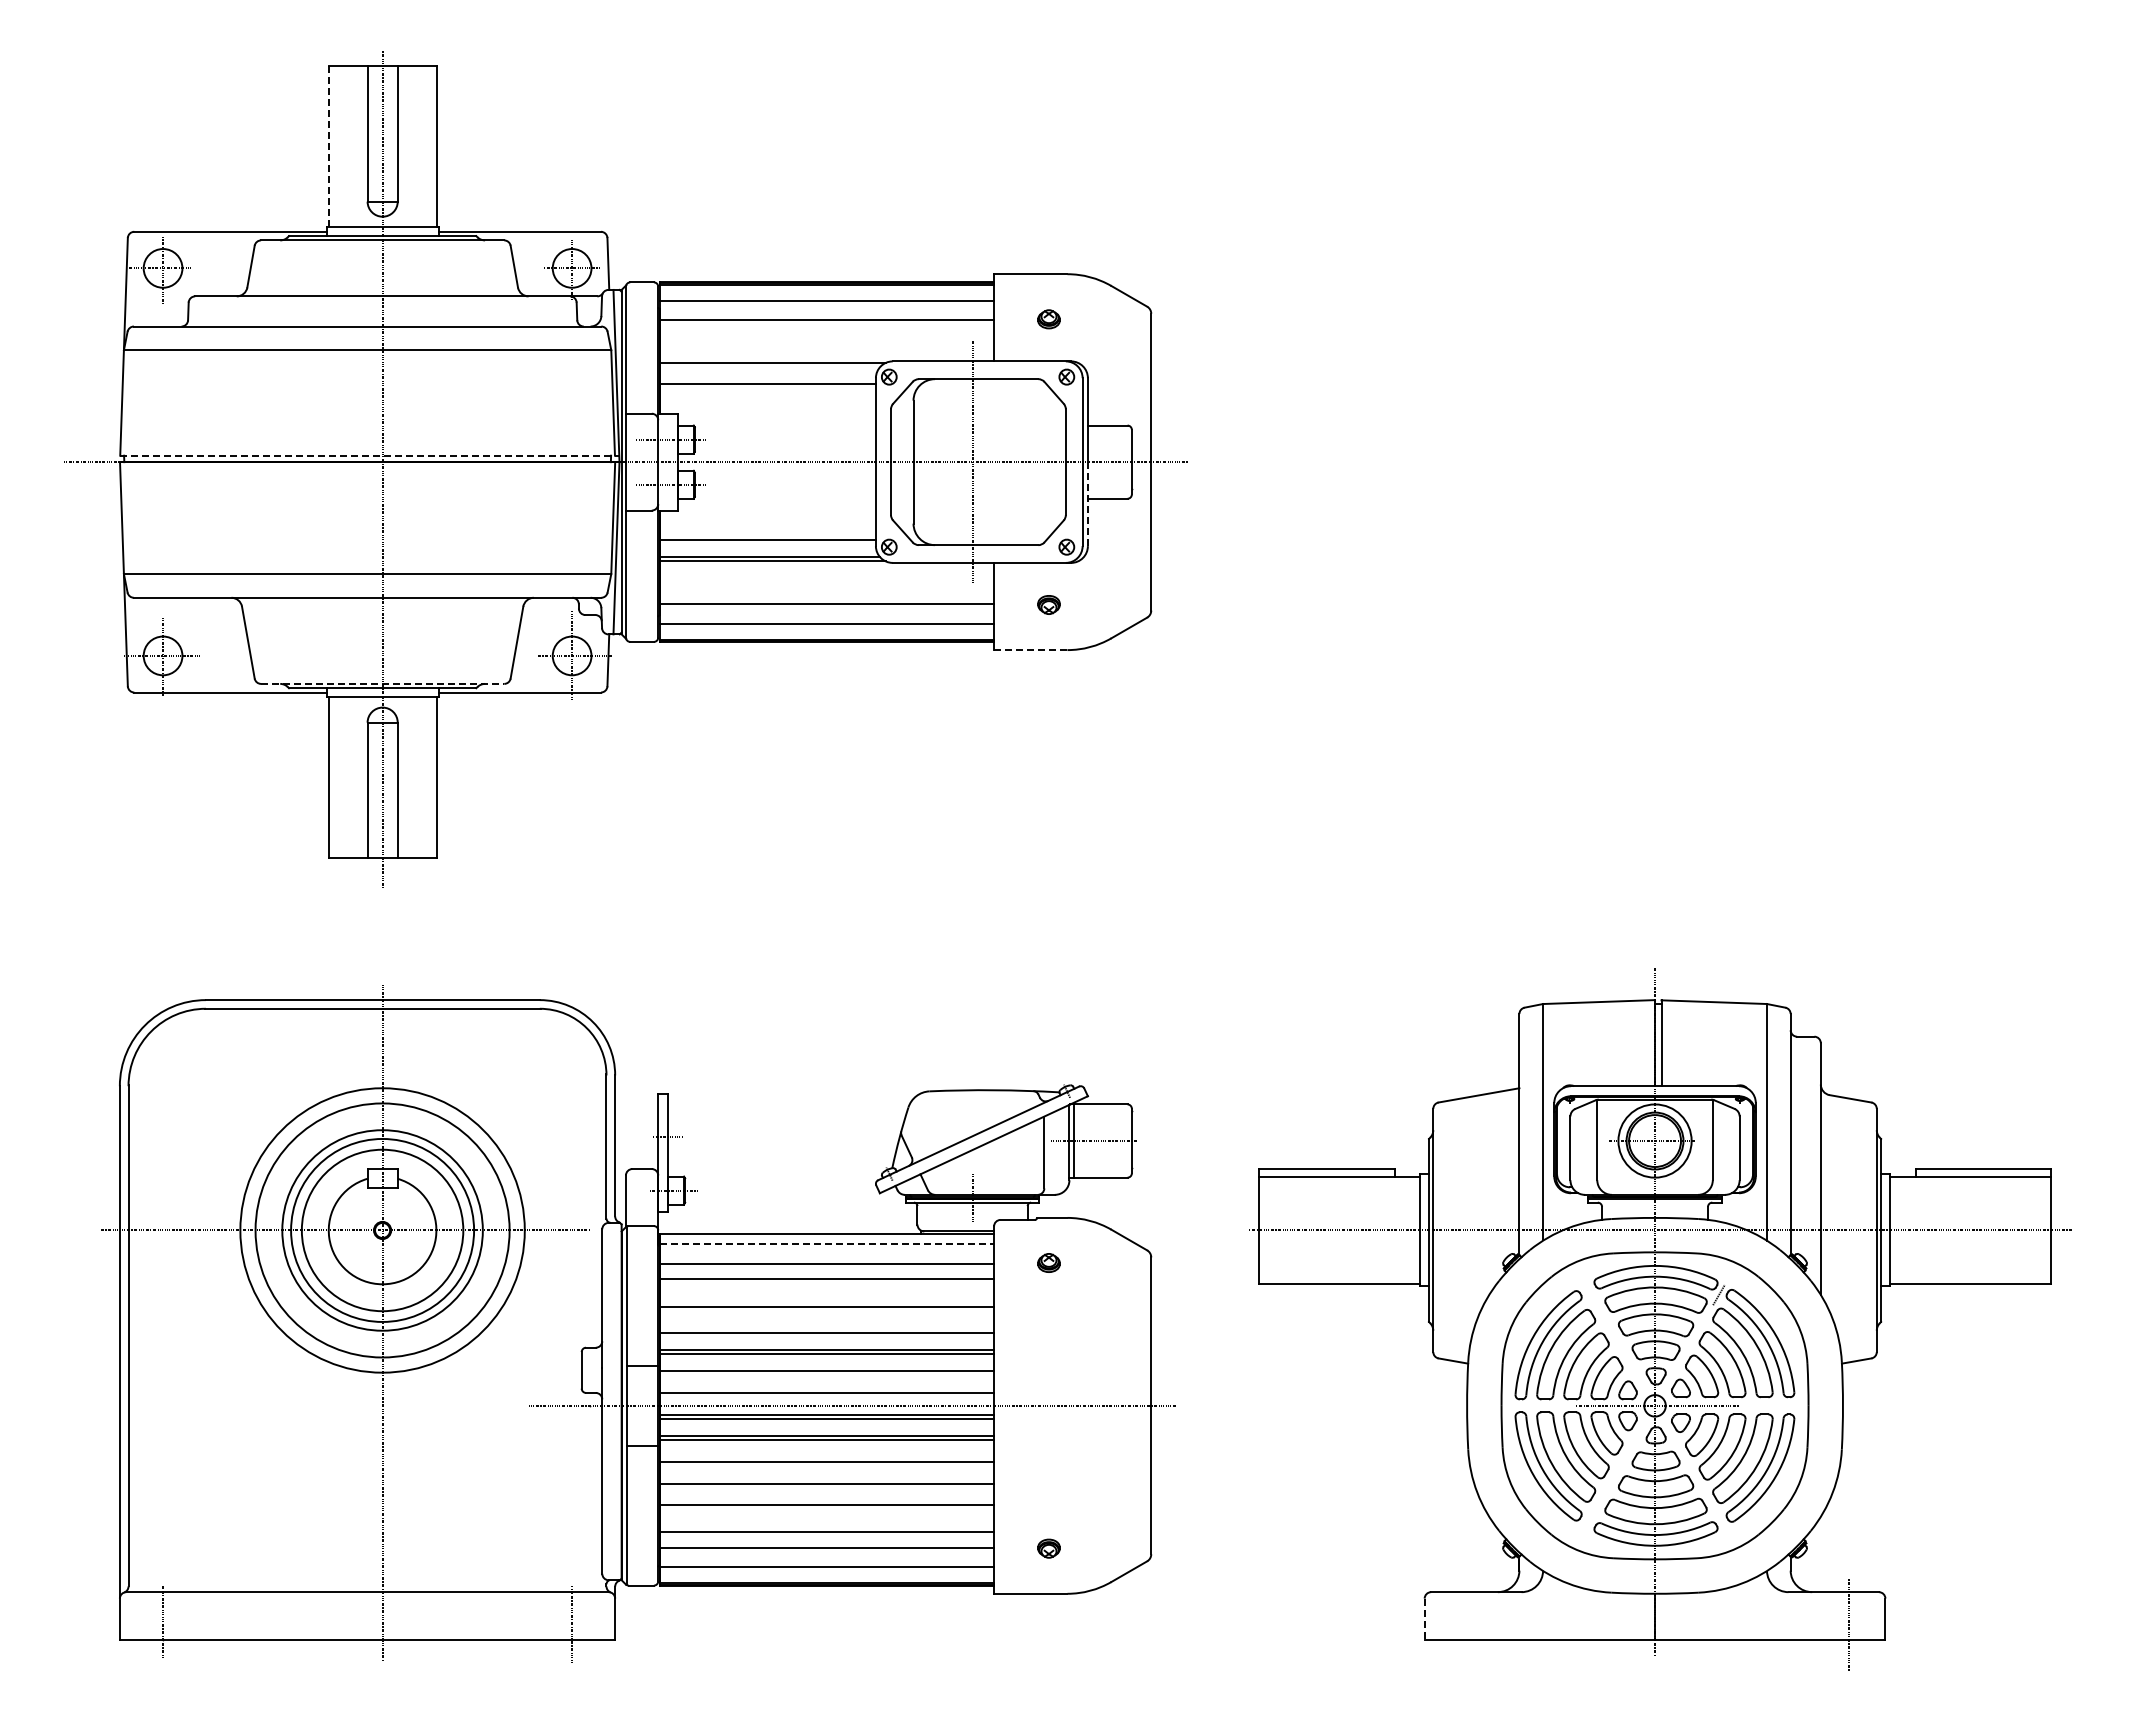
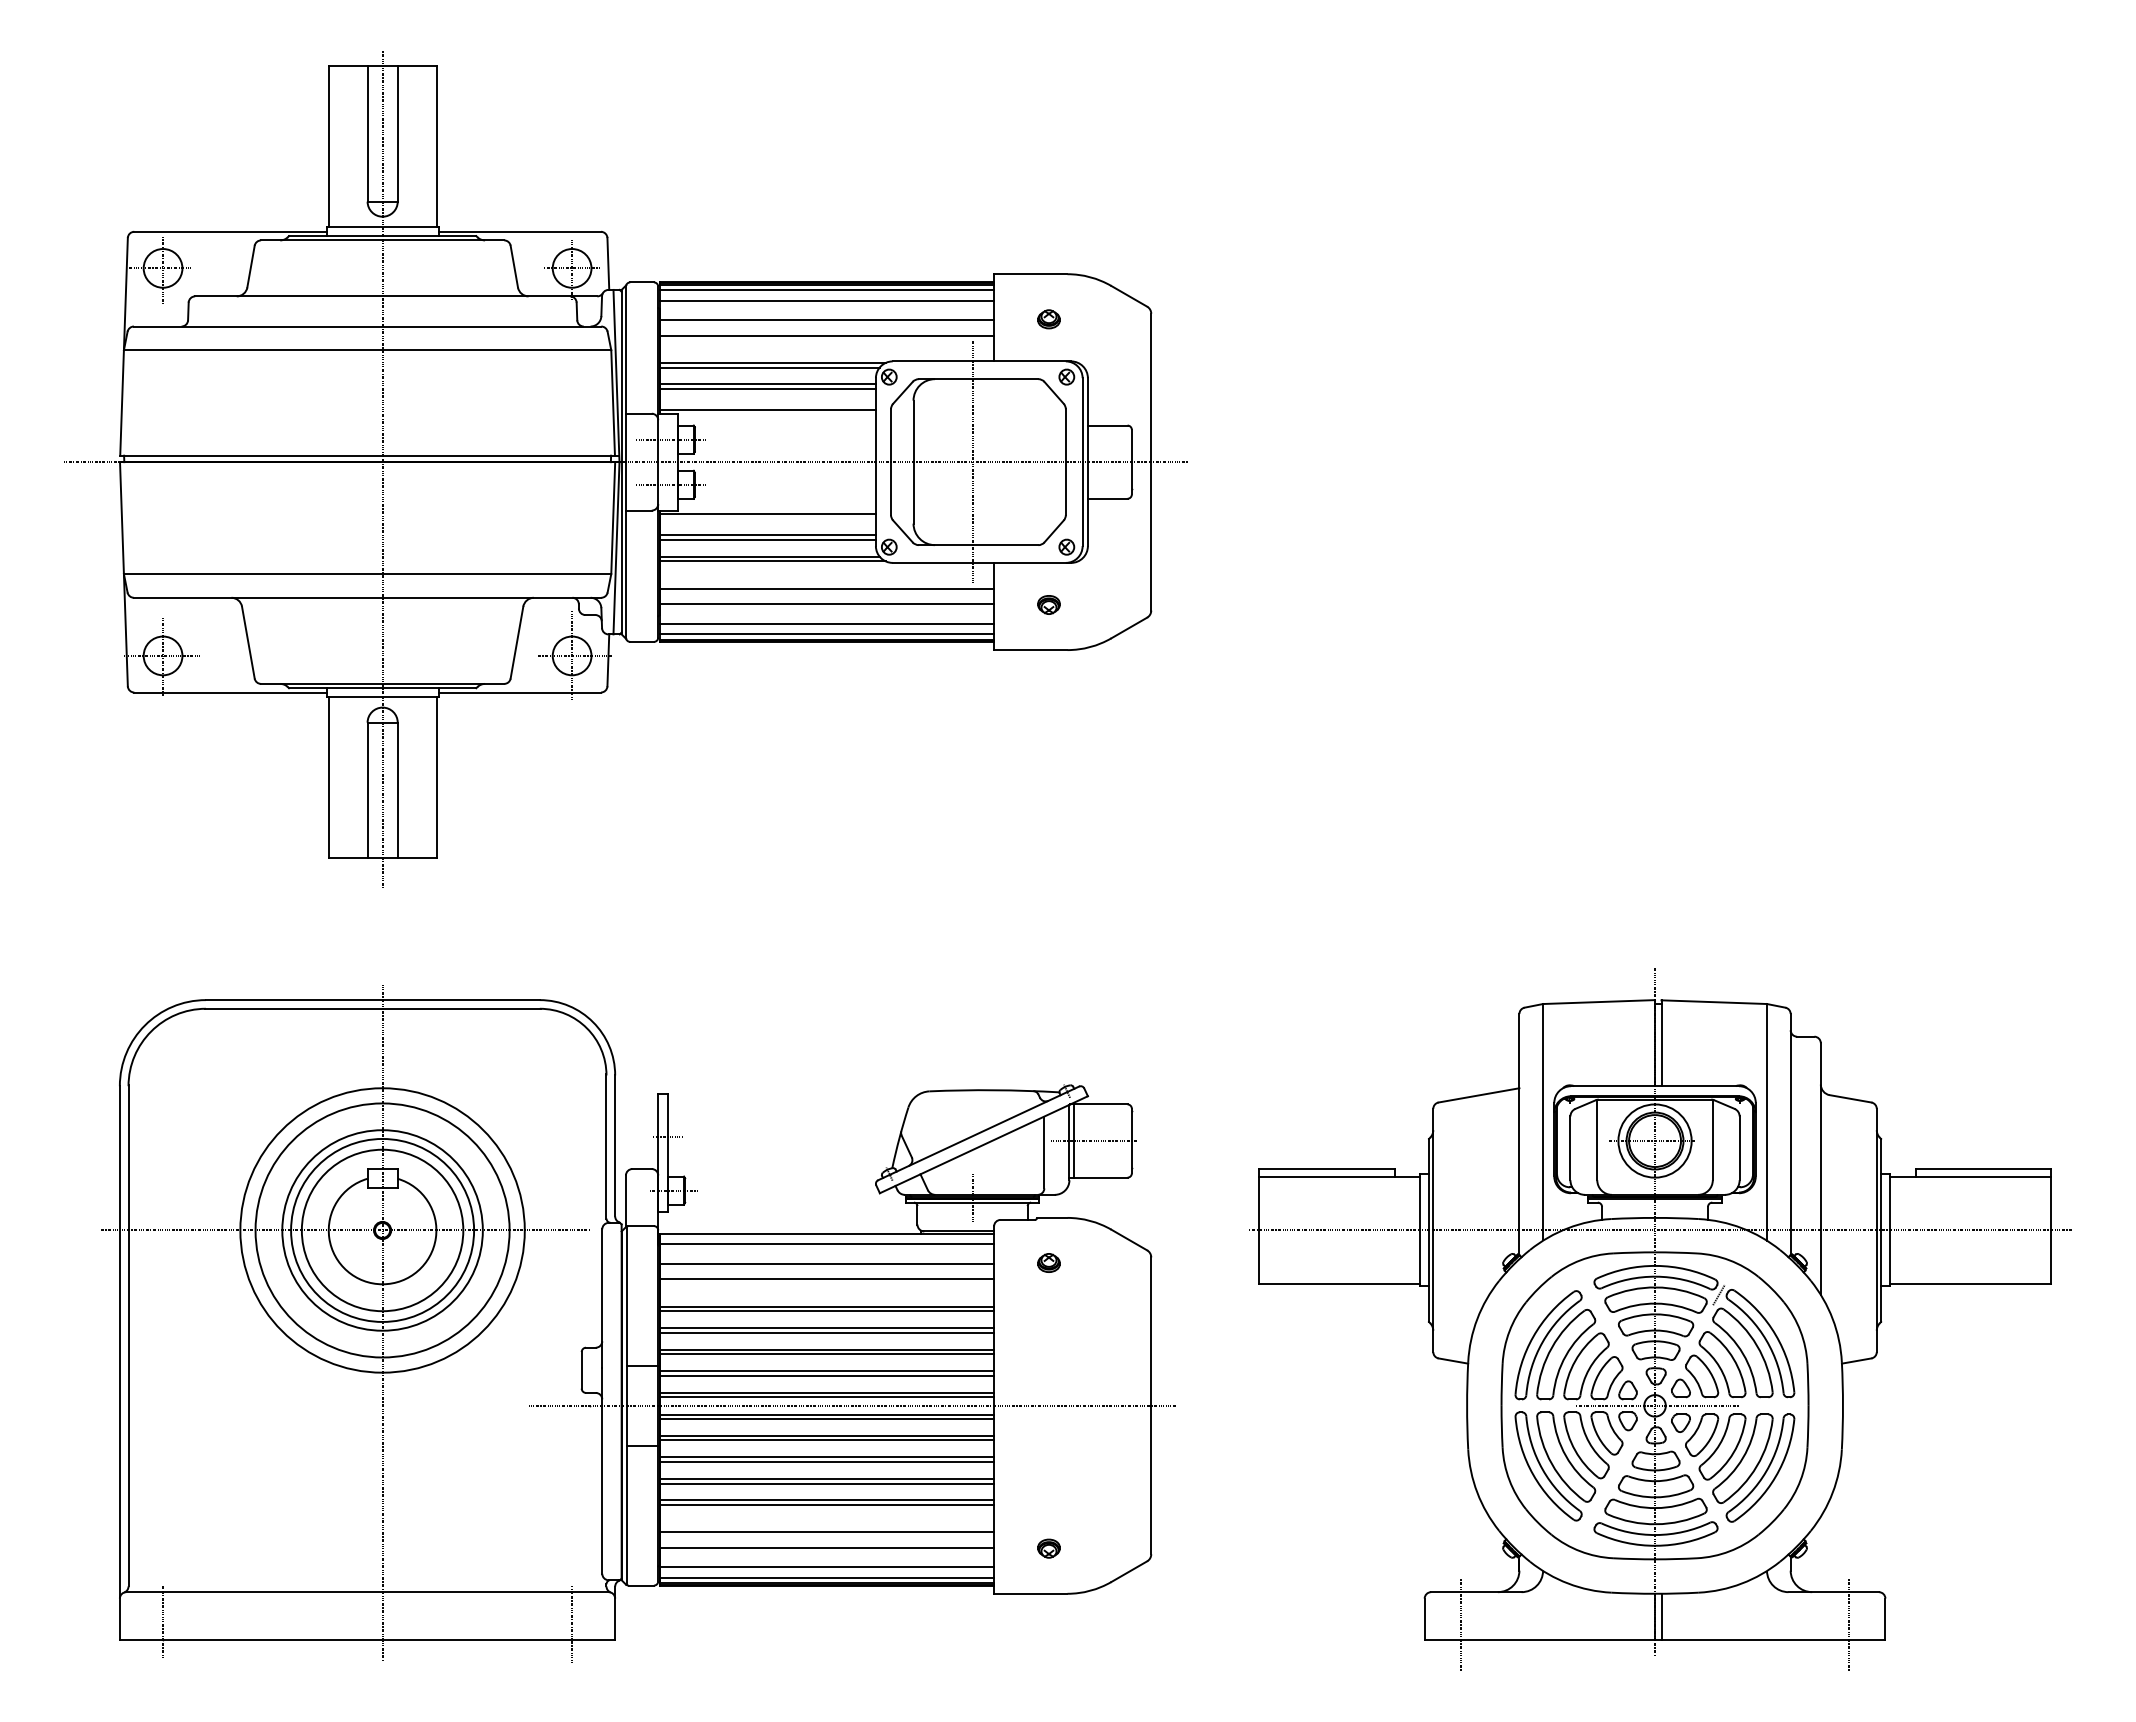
line at (328, 146): dashed -> solid
line at (827, 289): none -> present
line at (827, 335): none -> present
line at (769, 367): none -> present
line at (767, 389): none -> present
line at (767, 410): none -> present
line at (369, 455): dashed -> solid
line at (1087, 504): dashed -> solid
line at (767, 513): none -> present
line at (767, 535): none -> present
line at (827, 588): none -> present
line at (827, 634): none -> present
line at (1030, 650): dashed -> solid
line at (382, 683): dashed -> solid
line at (827, 1244): dashed -> solid
line at (827, 1311): none -> present
line at (827, 1328): none -> present
line at (827, 1375): none -> present
line at (827, 1397): none -> present
line at (827, 1457): none -> present
line at (827, 1478): none -> present
line at (827, 1500): none -> present
line at (827, 1578): none -> present
line at (1661, 1616): none -> present
line at (1424, 1619): dashed -> solid
line at (1461, 1623): none -> present
